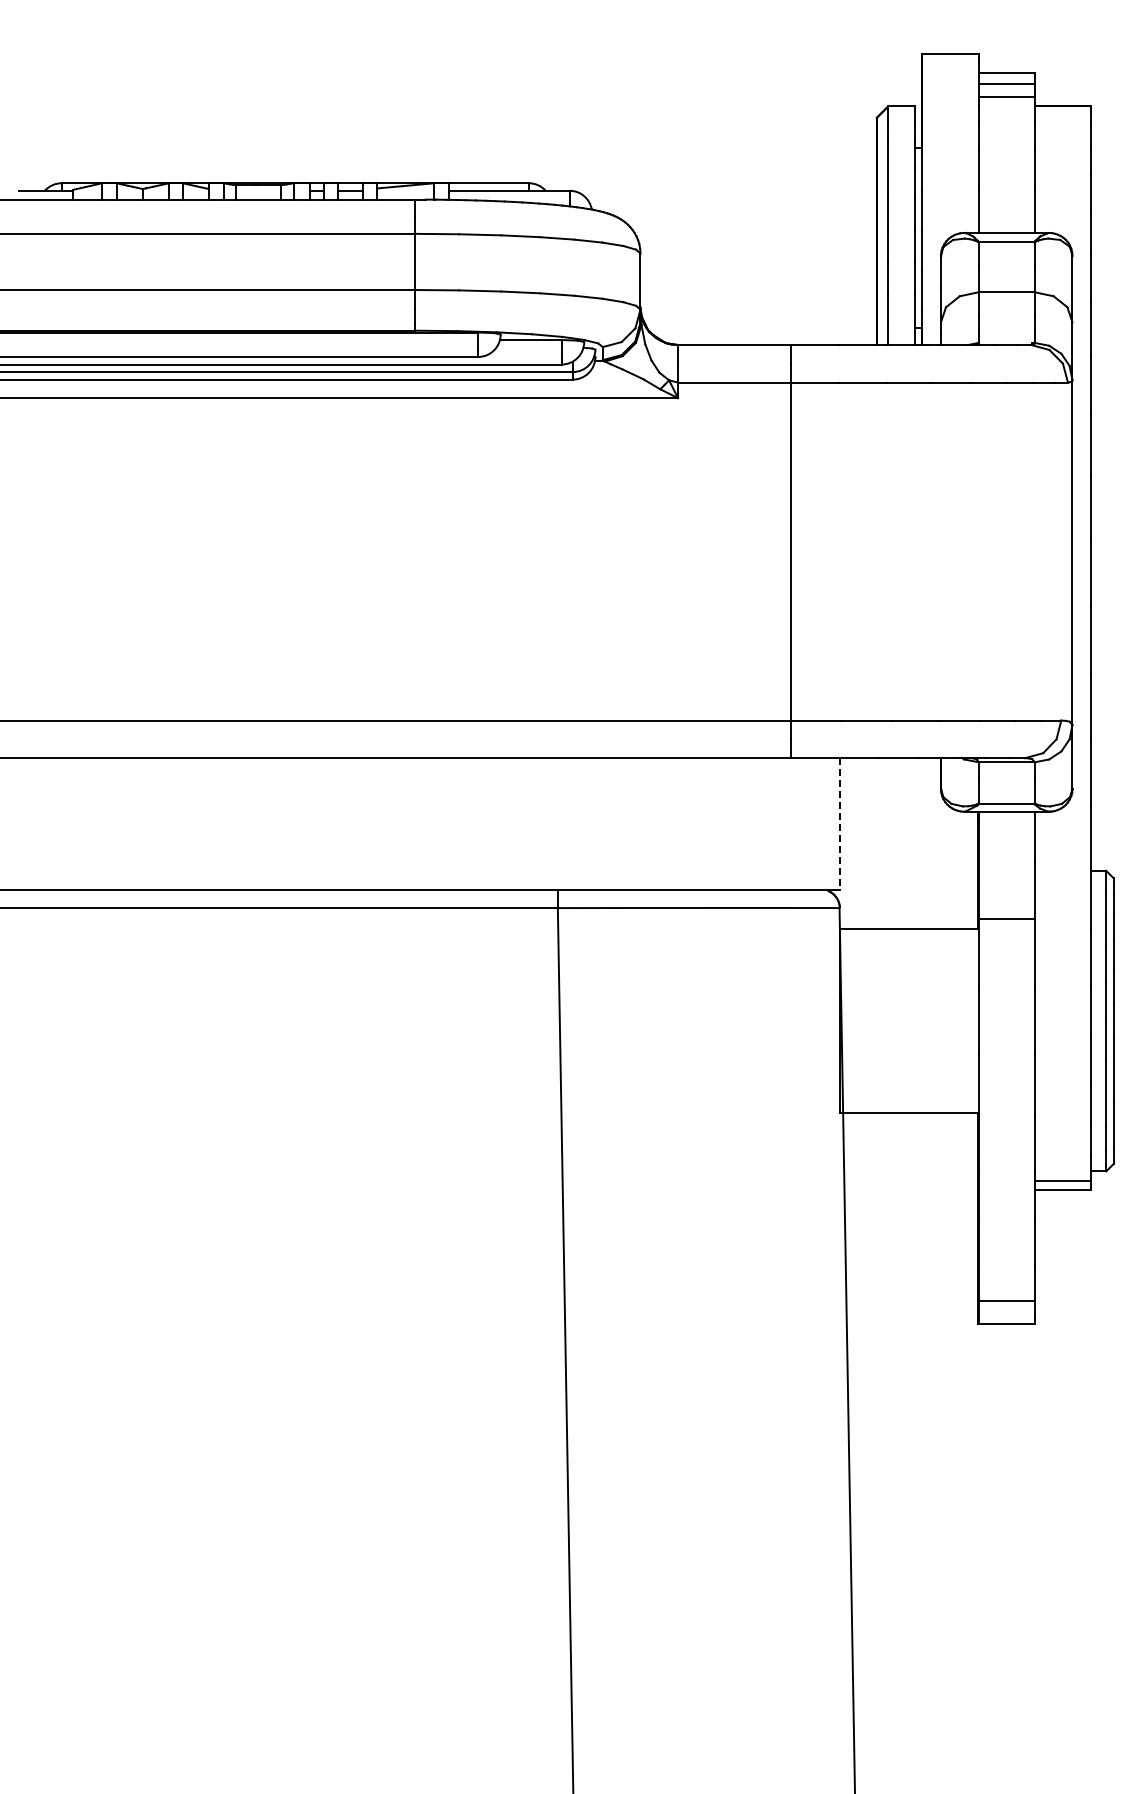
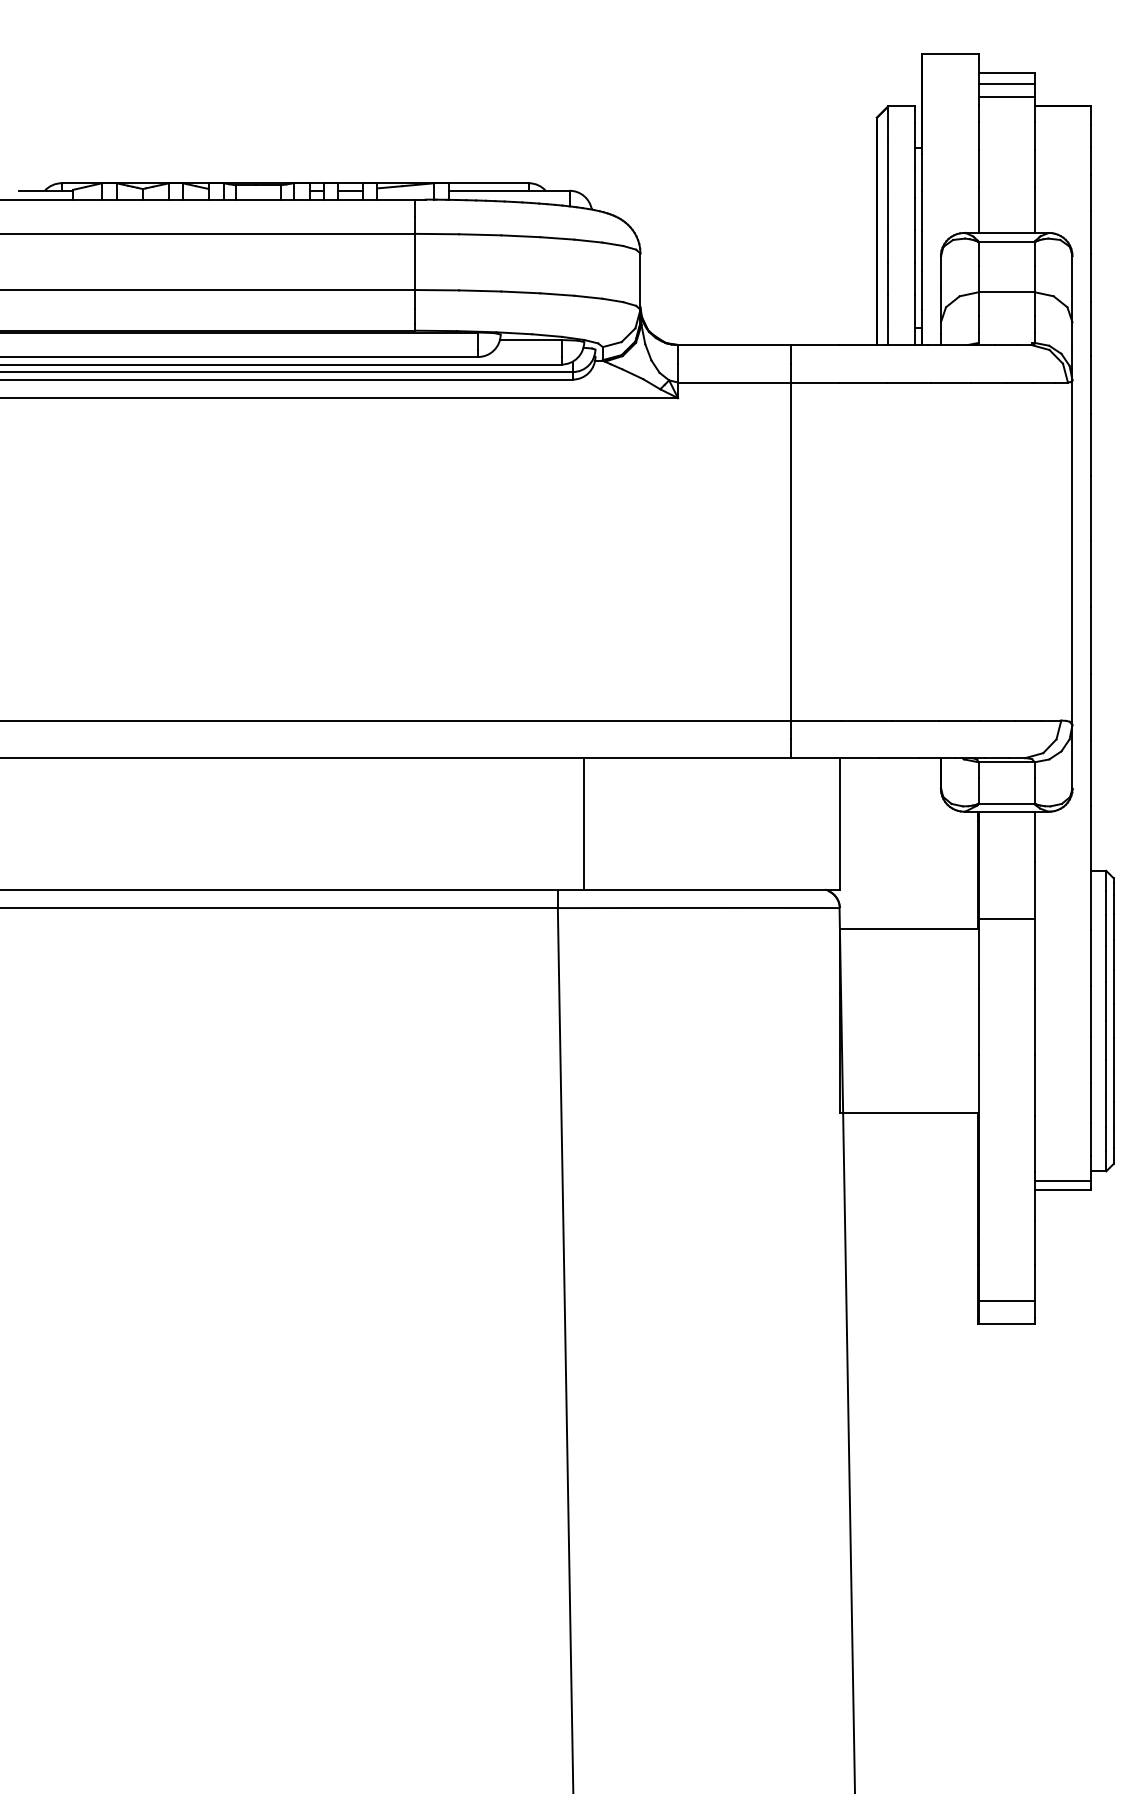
line at (584, 823): none -> present
line at (839, 823): dashed -> solid
